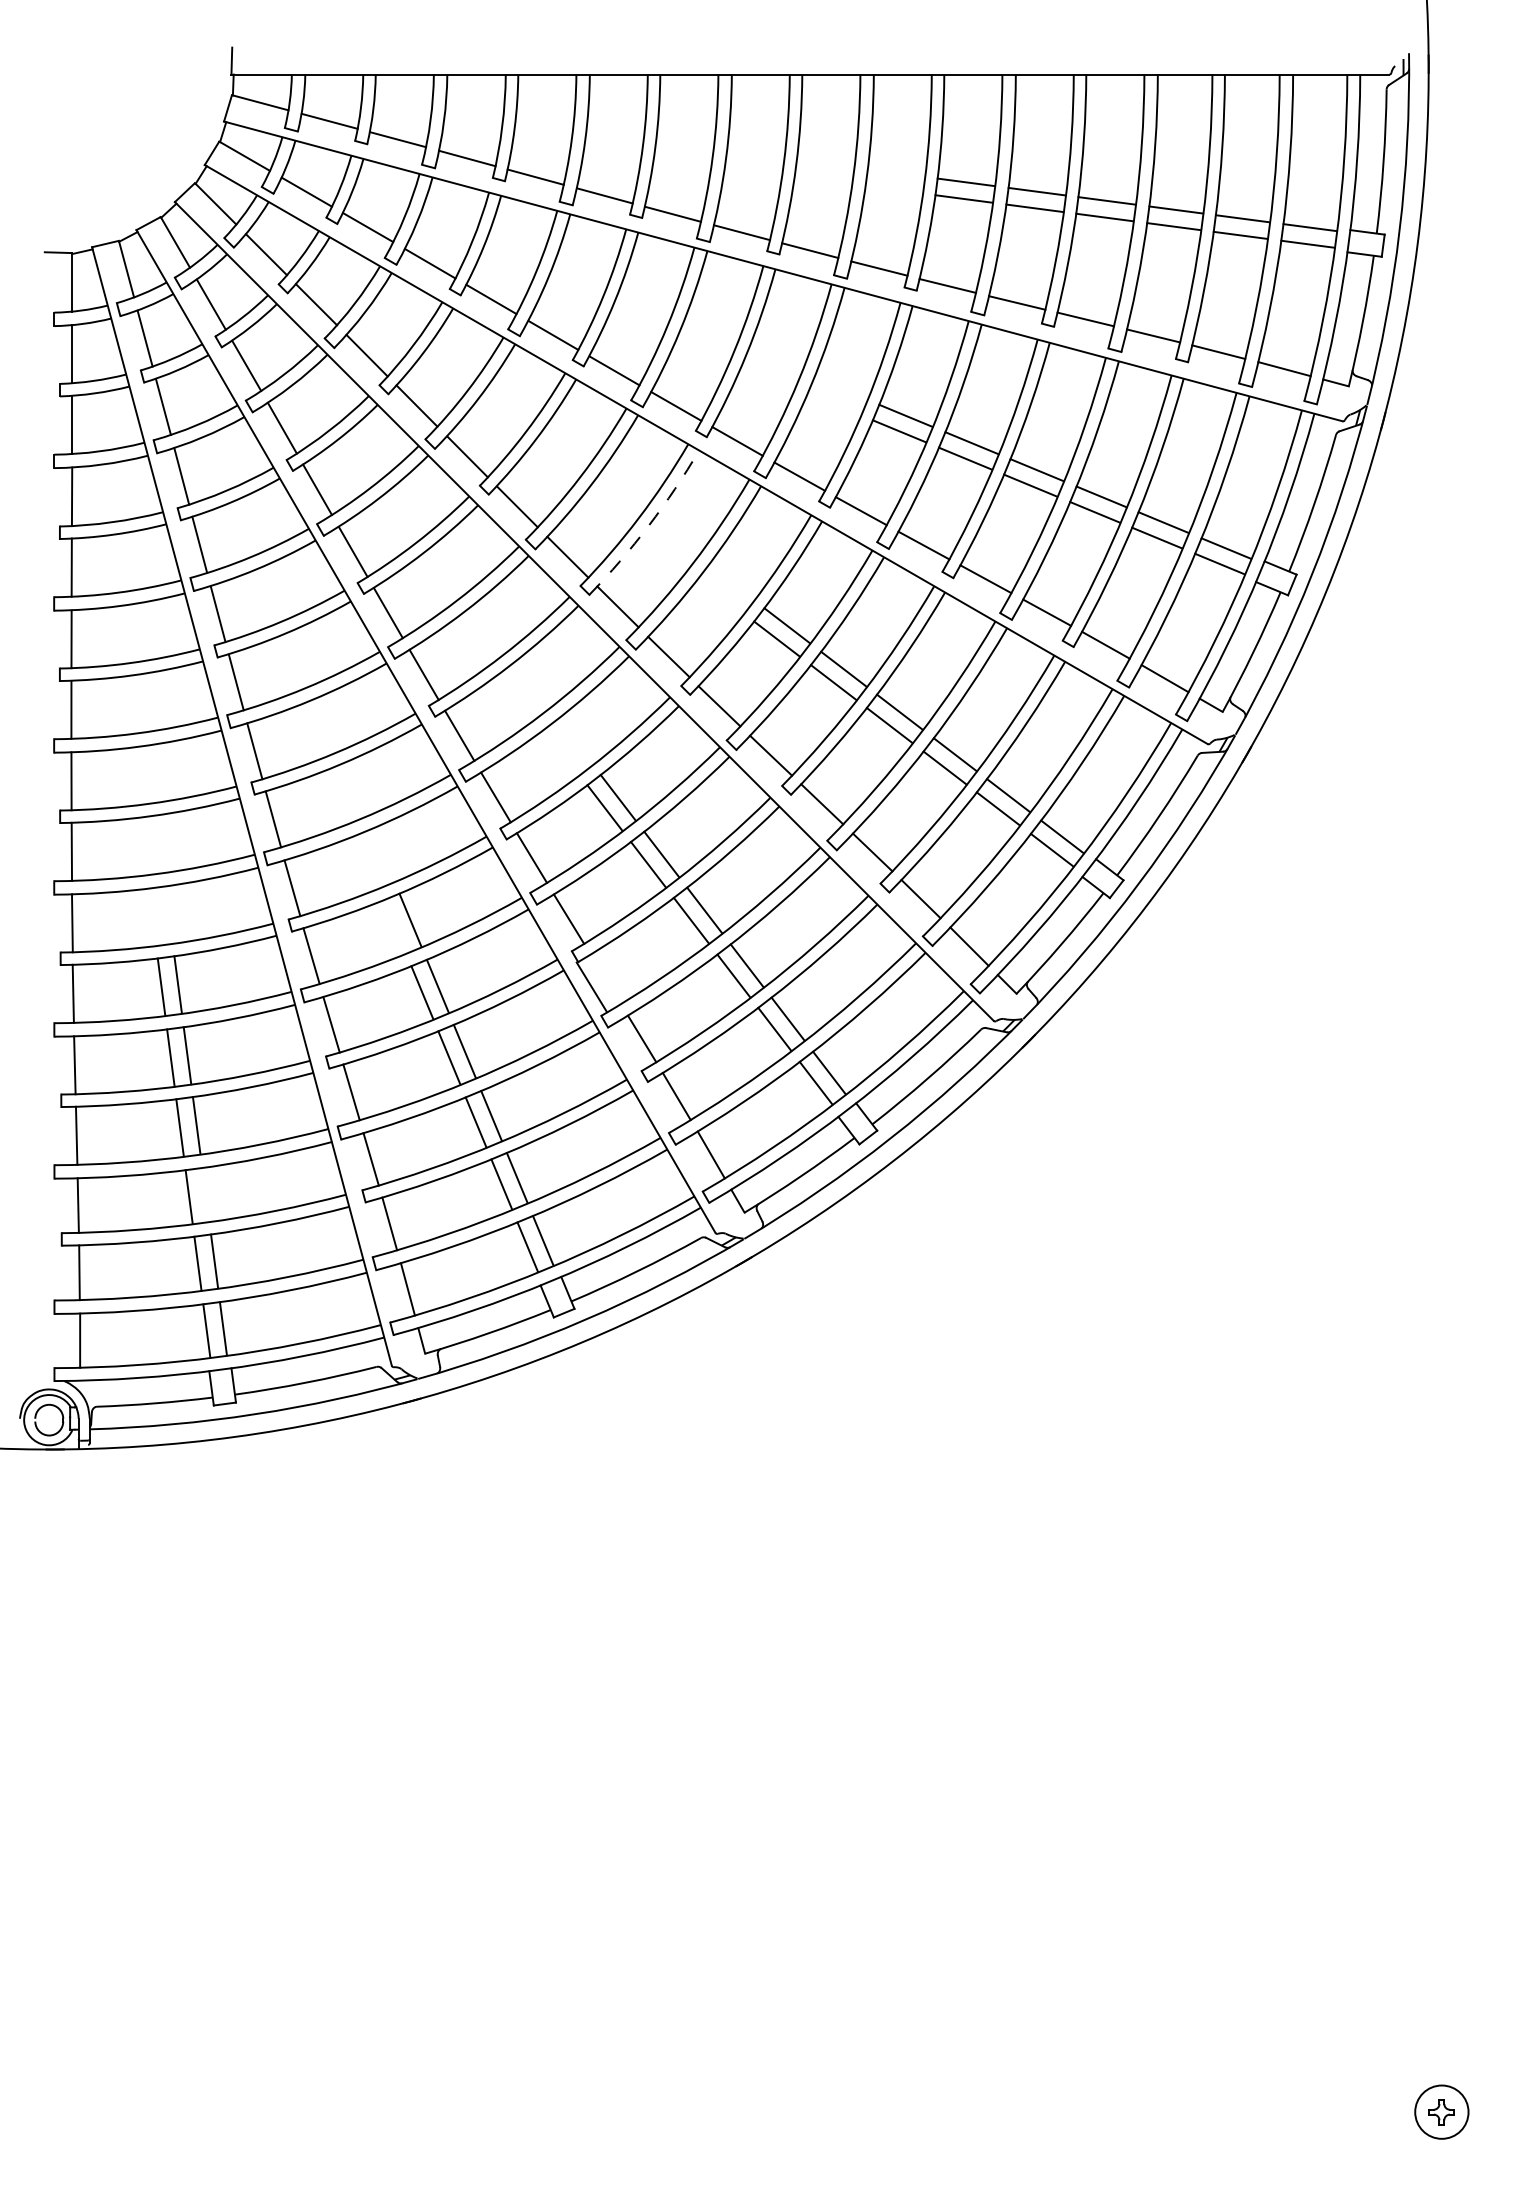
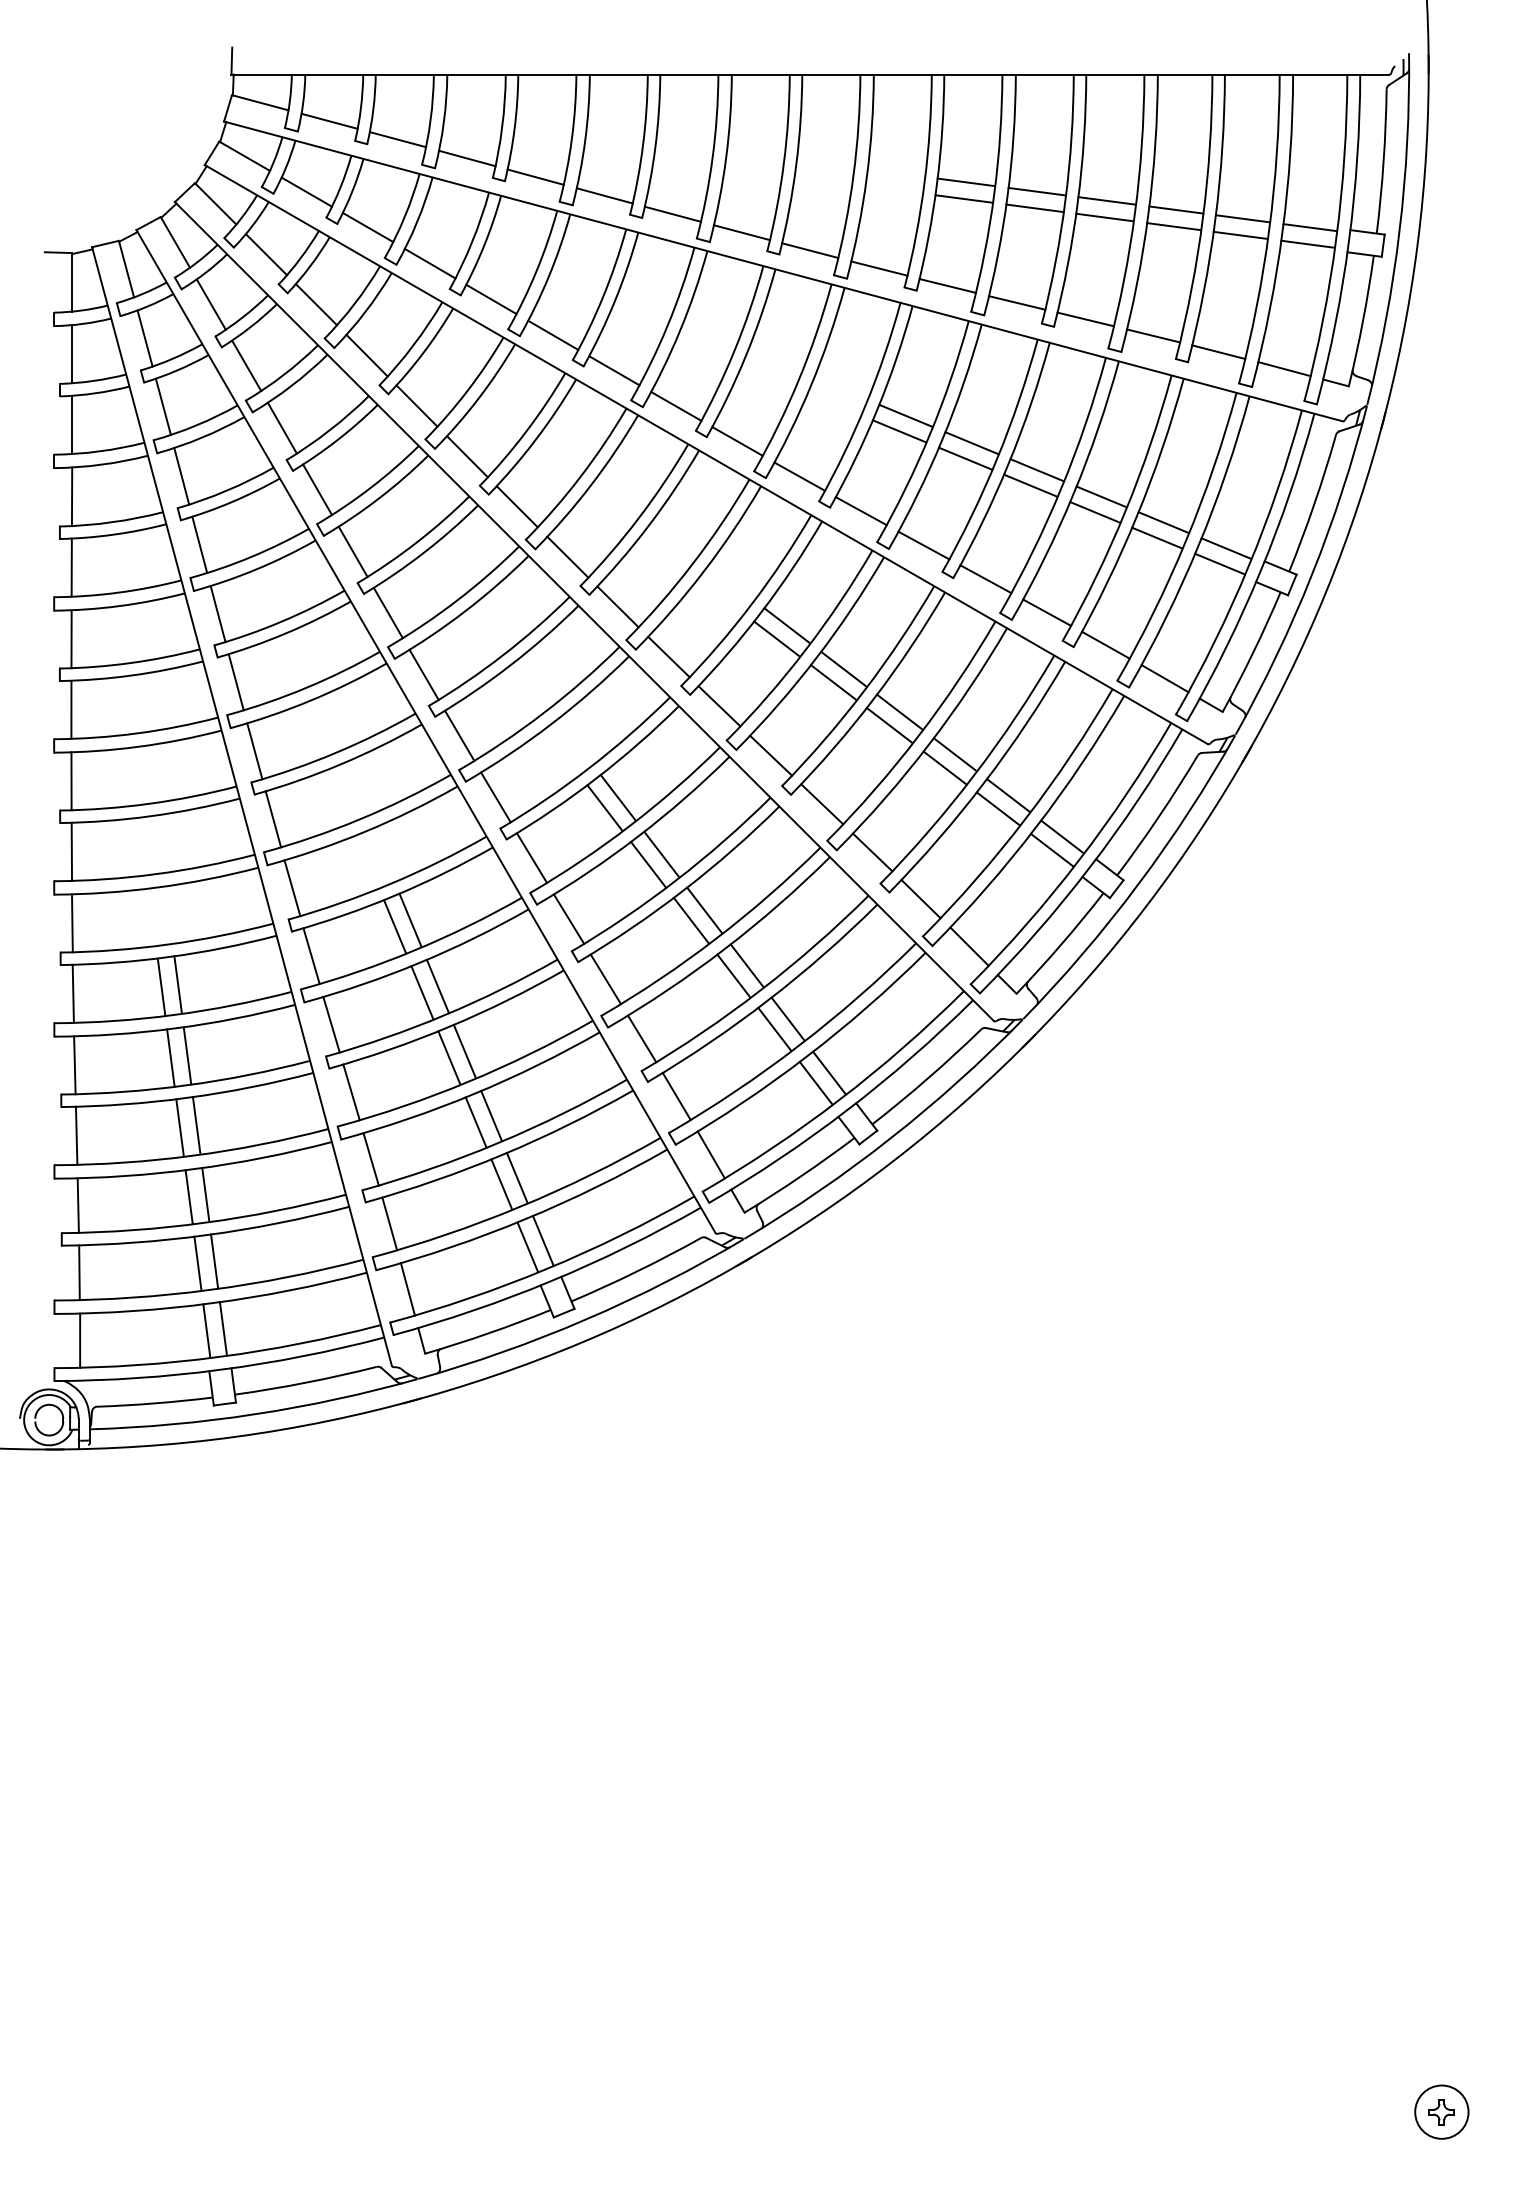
arc at (648, 525): dashed -> solid
line at (395, 926): none -> present
line at (591, 987) position: (591, 987) -> (605, 979)
line at (205, 1194): none -> present
